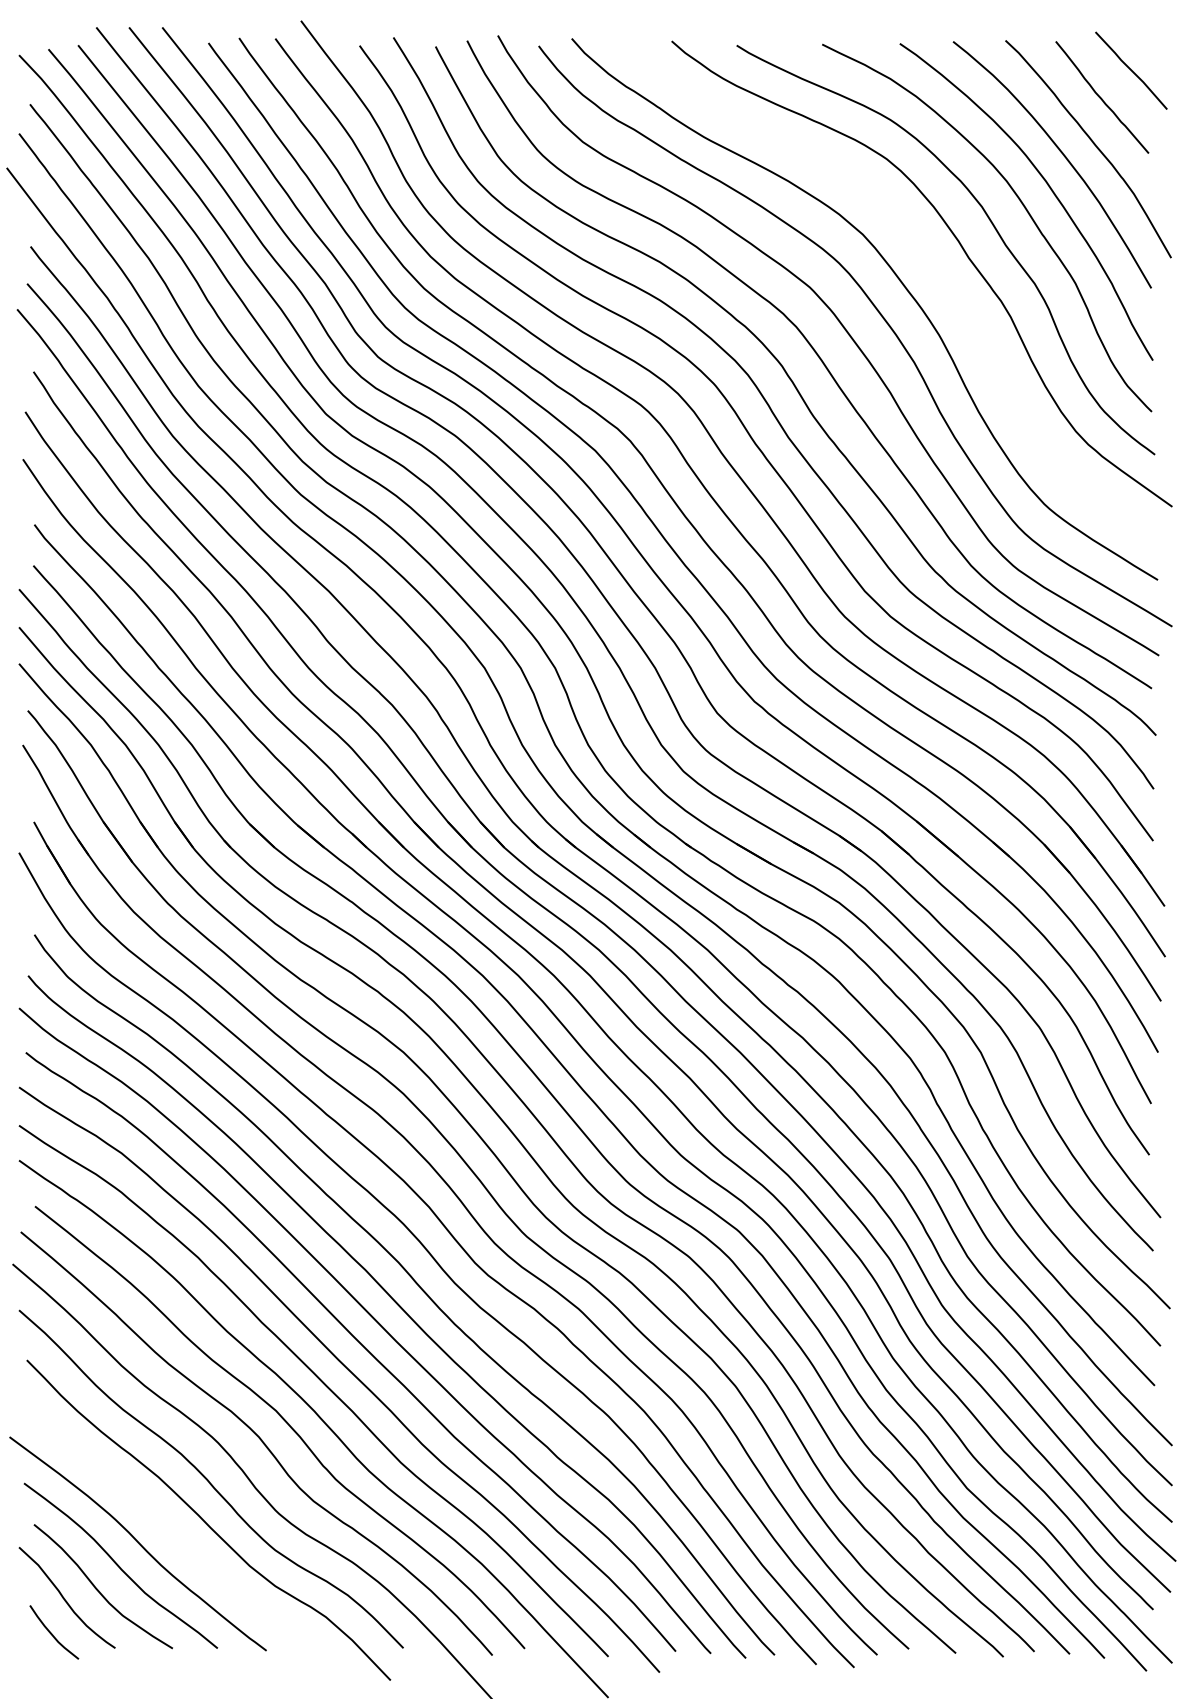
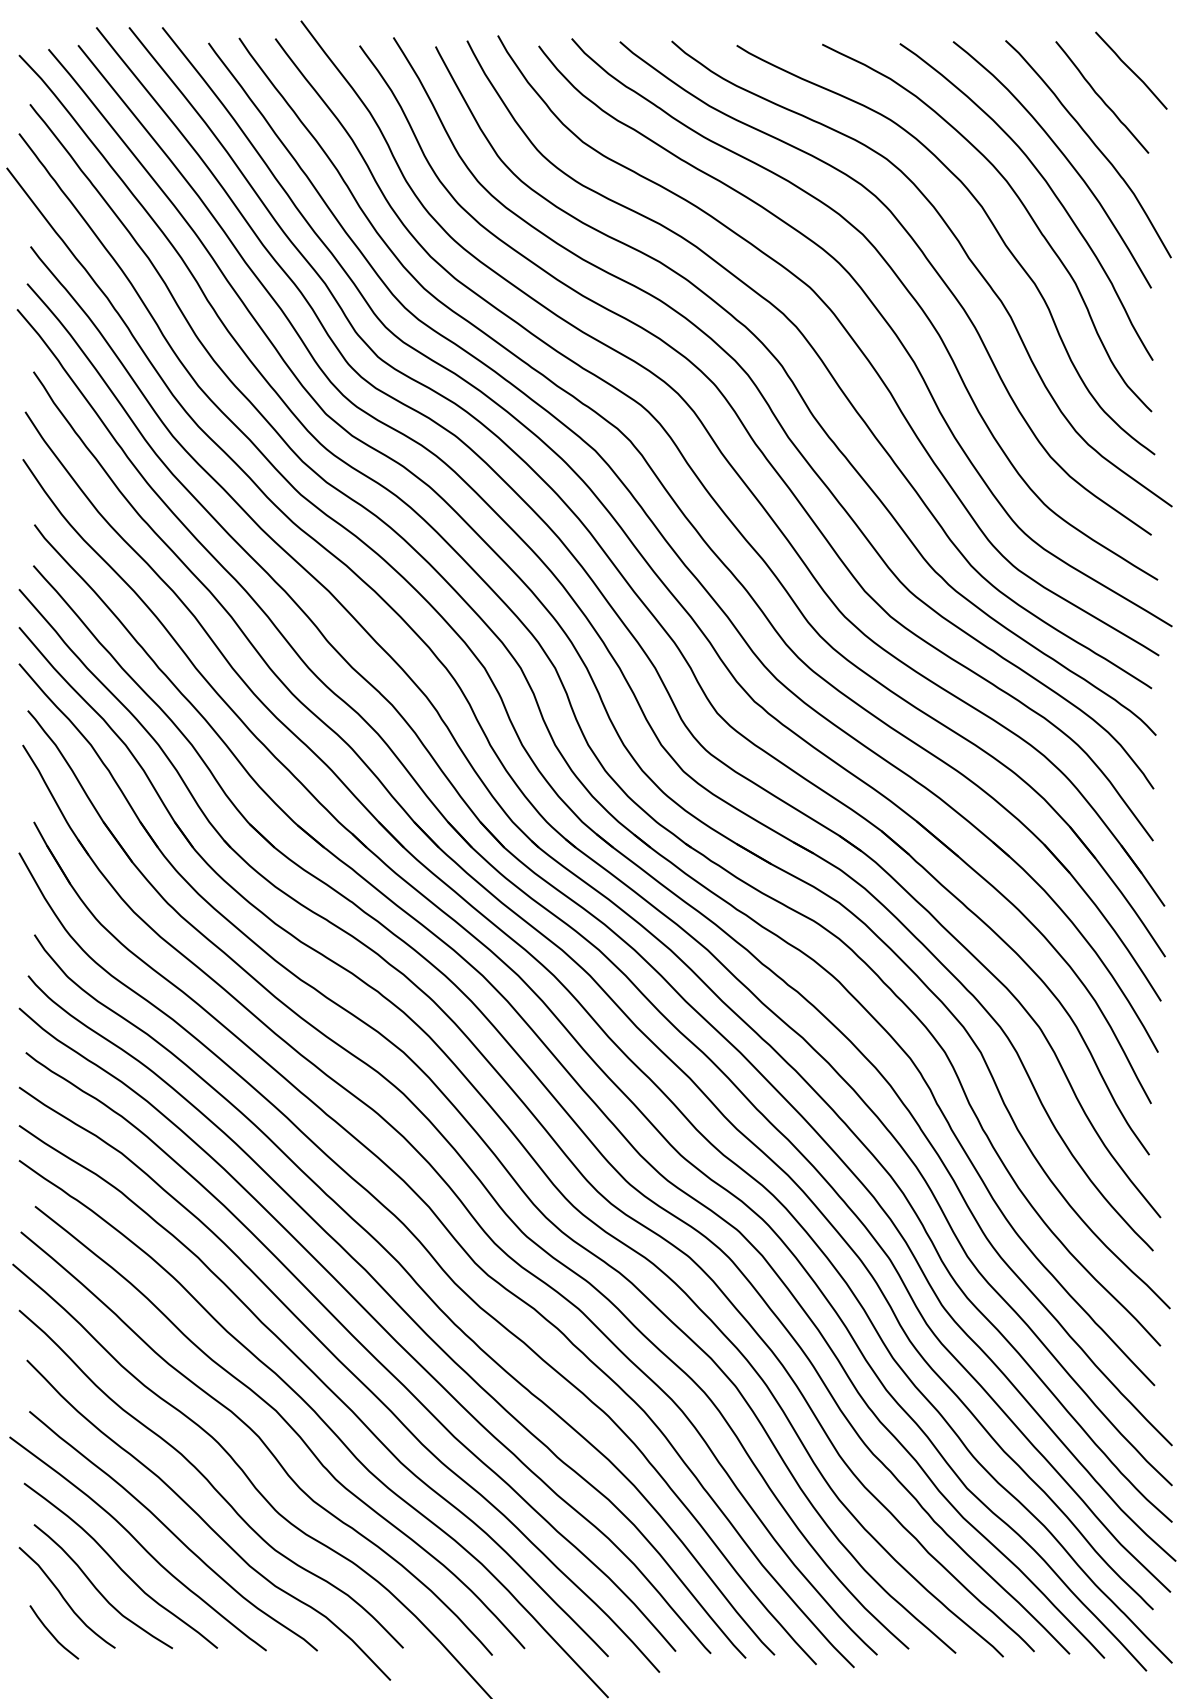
curve at (924, 257): none -> present
curve at (172, 1531): none -> present
